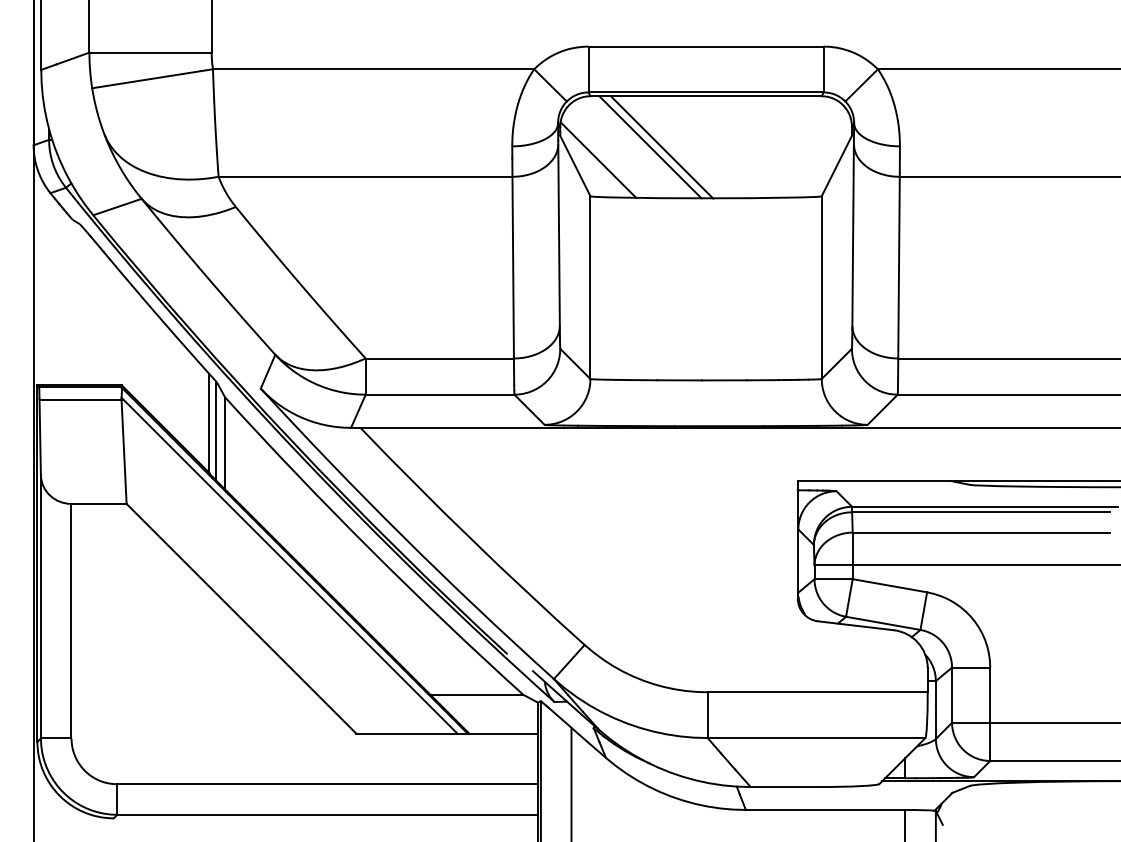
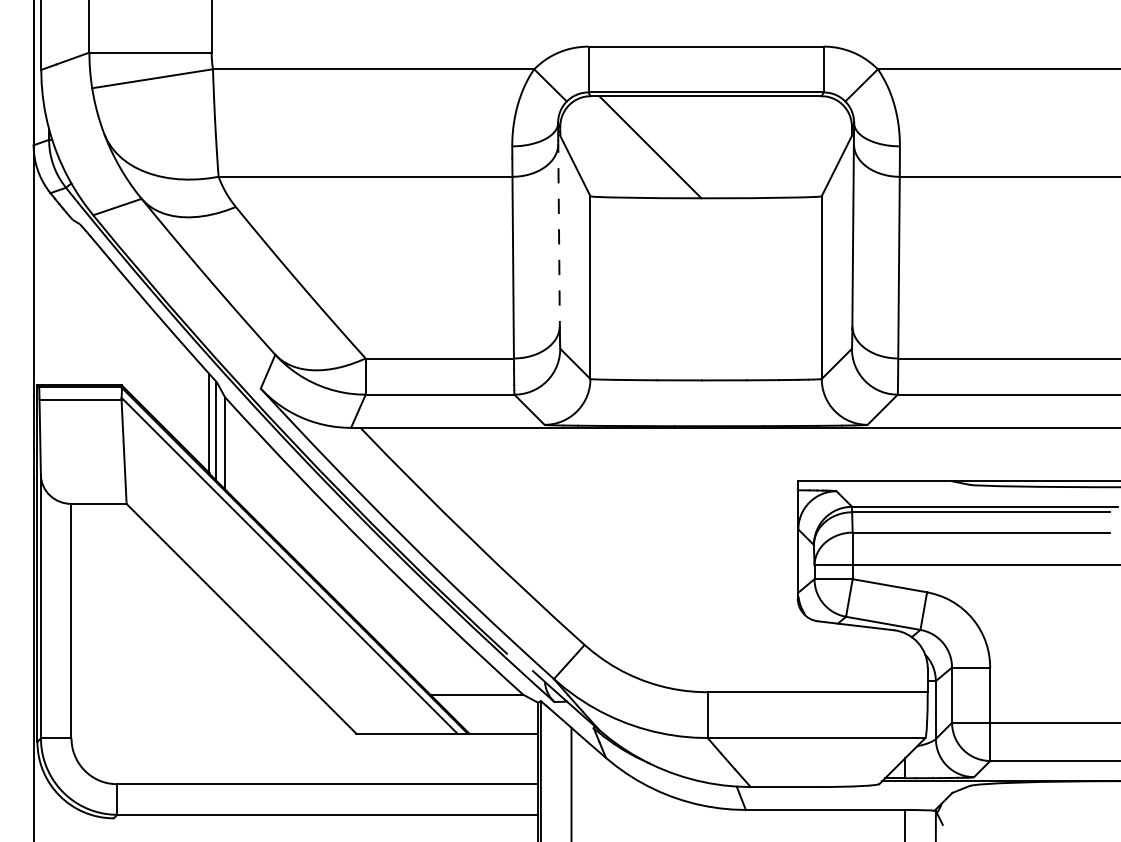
line at (661, 147): present -> none
line at (598, 159): present -> none
line at (559, 238): solid -> dashed
